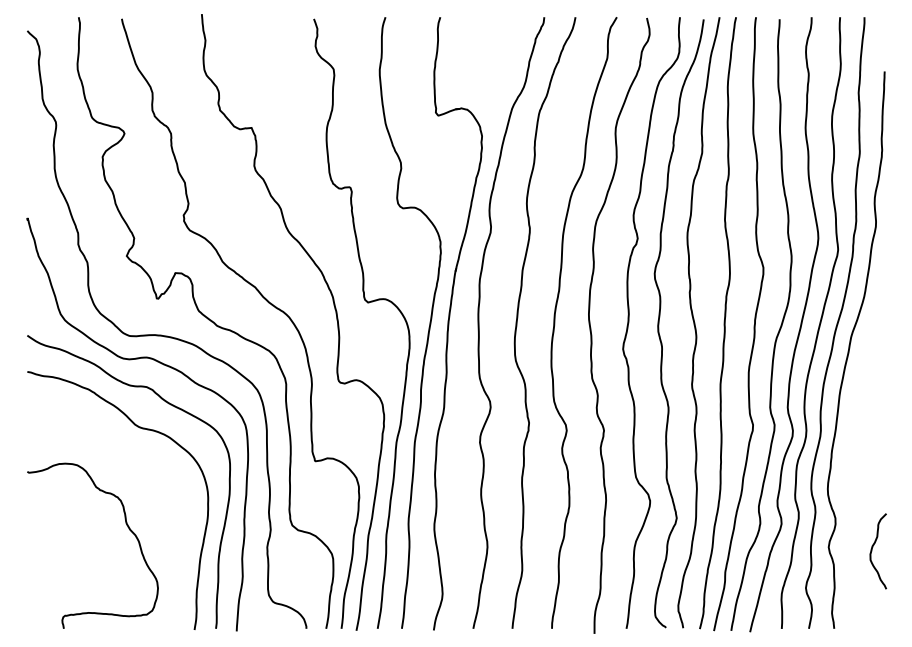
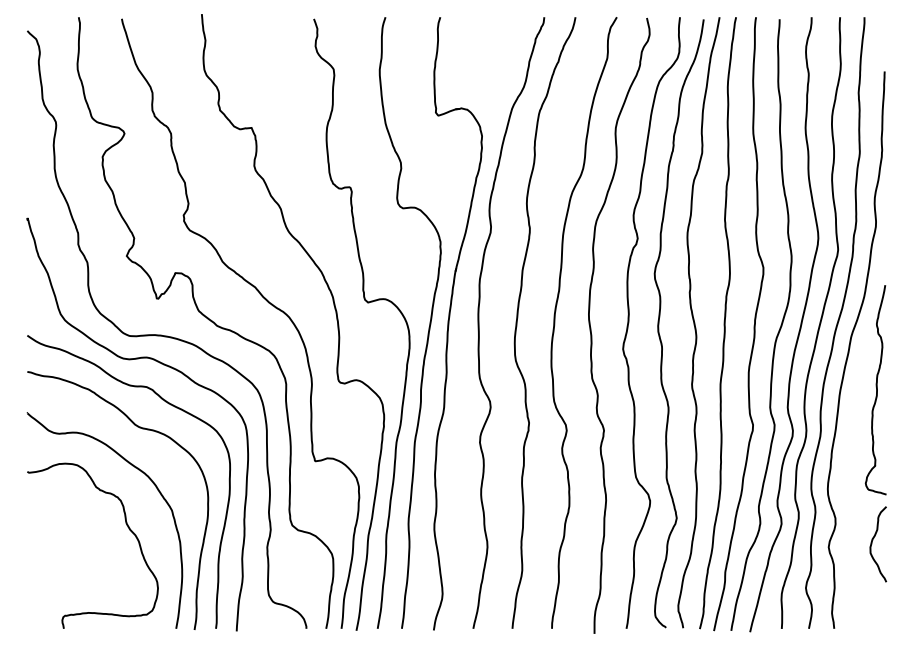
curve at (876, 390): none -> present
curve at (138, 470): none -> present
curve at (872, 551) position: (872, 551) -> (872, 544)
